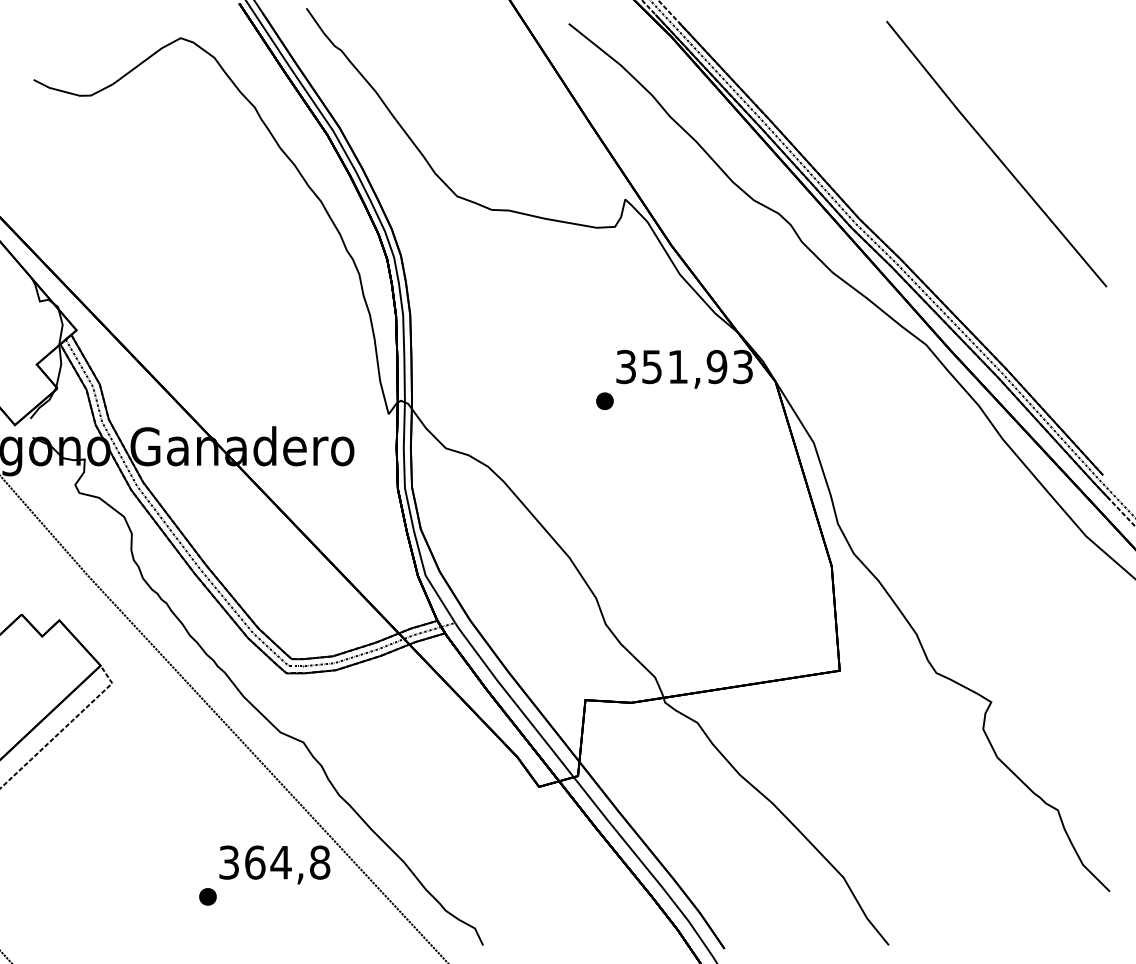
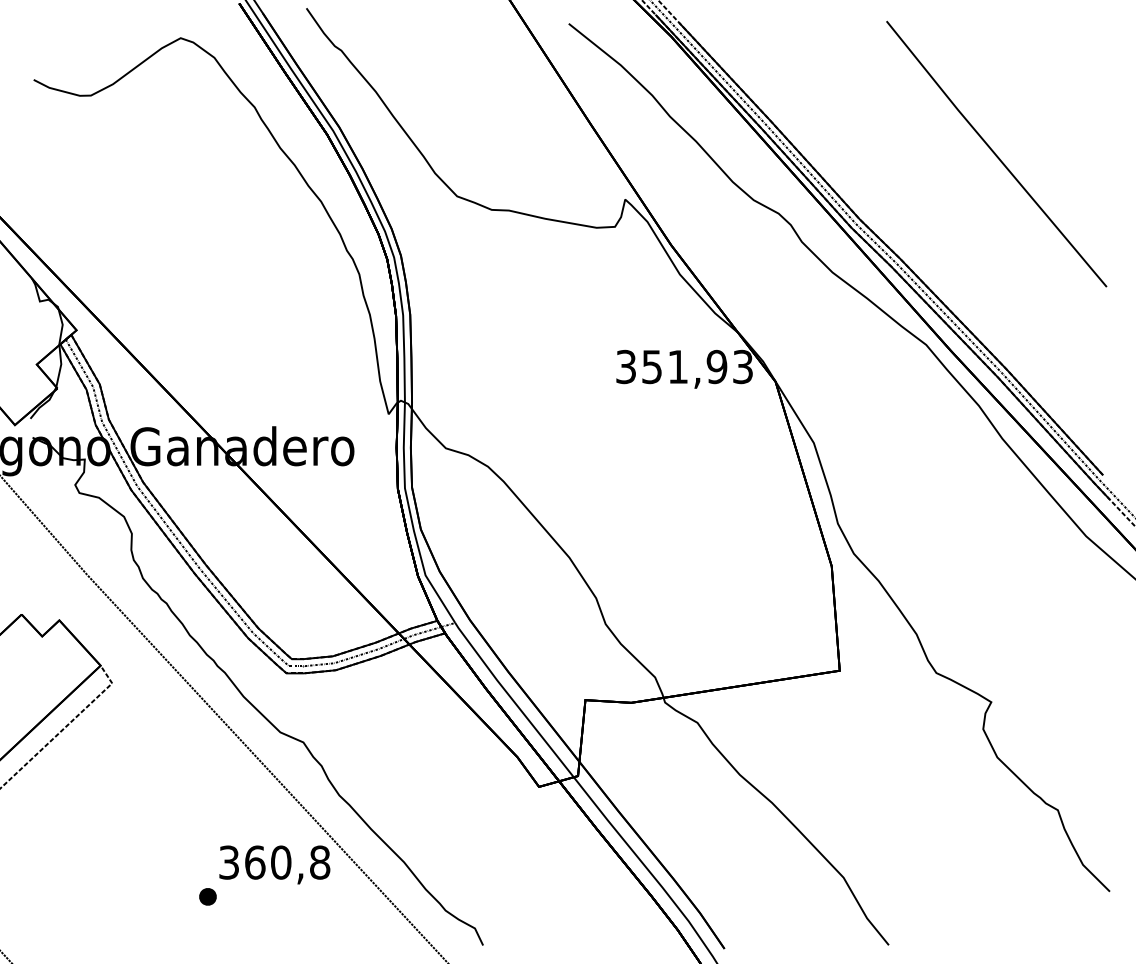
part at (604, 400): present -> none
text at (280, 862): 364,8 -> 360,8
